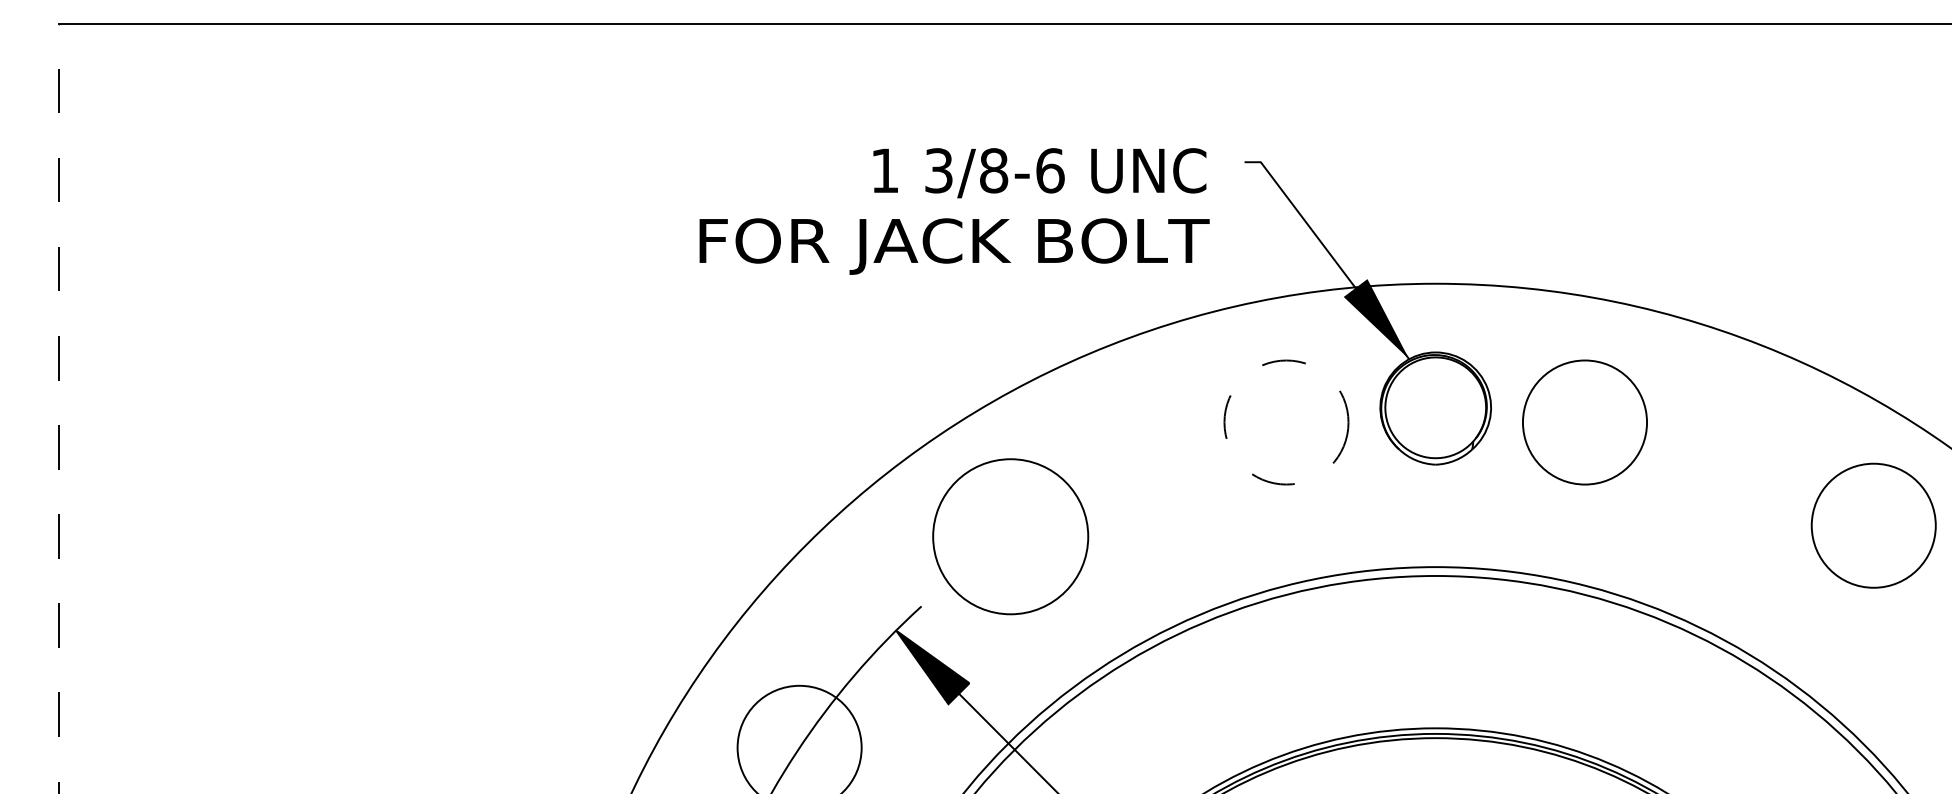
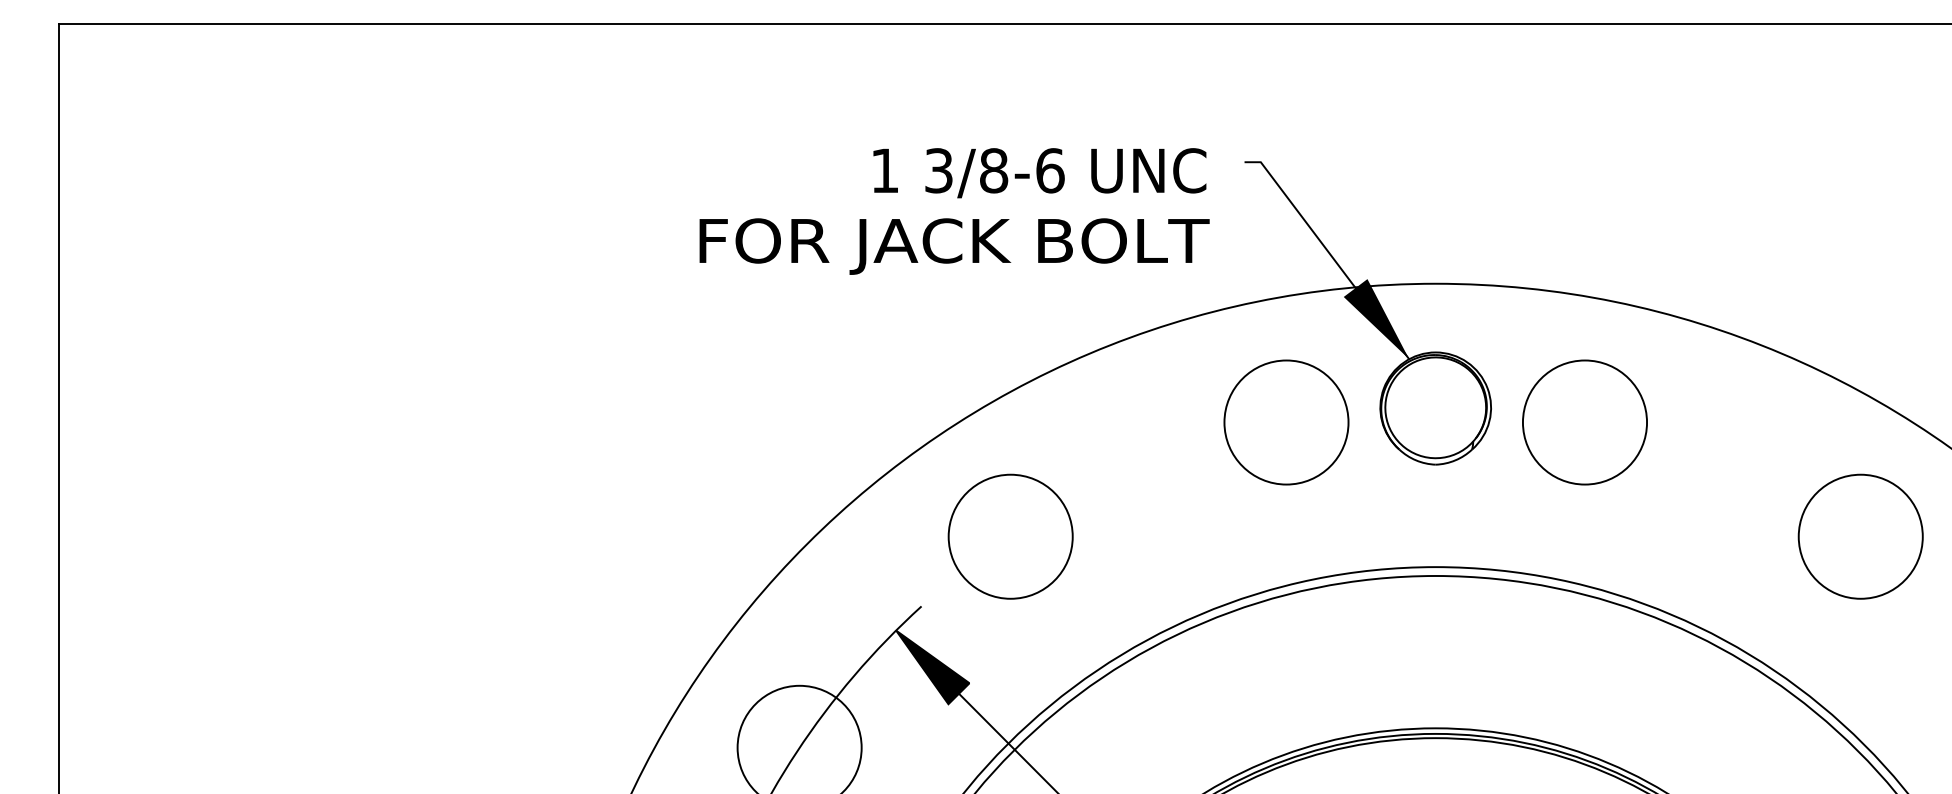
line at (58, 408): dashed -> solid
circle at (1286, 422): dashed -> solid
circle at (1873, 525) position: (1873, 525) -> (1860, 536)
circle at (1010, 536) diameter: 155 px -> 124 px
